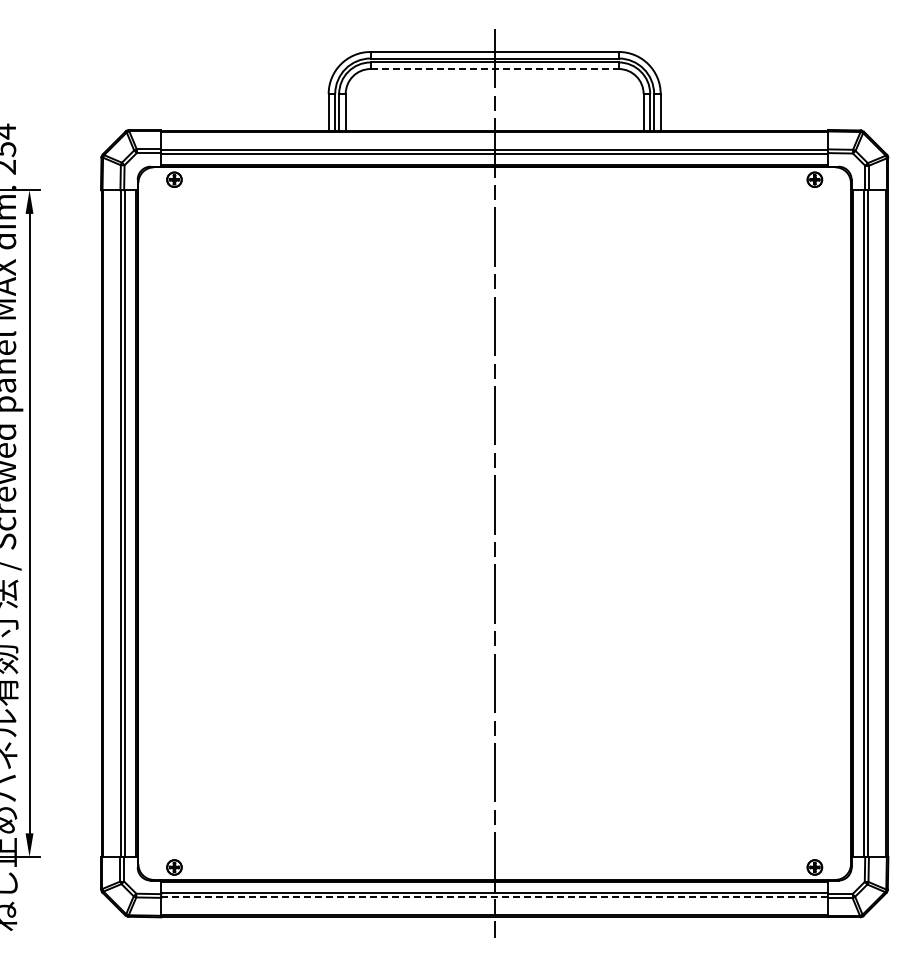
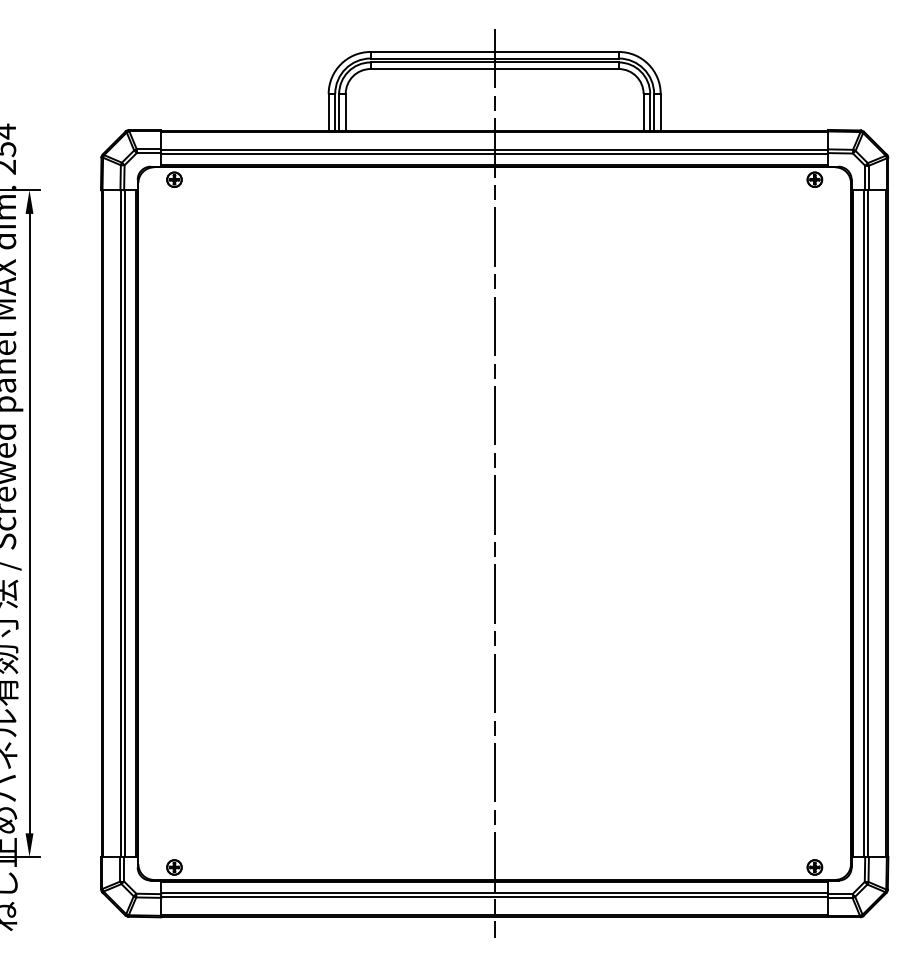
line at (495, 69): dashed -> solid
line at (495, 897): dashed -> solid
